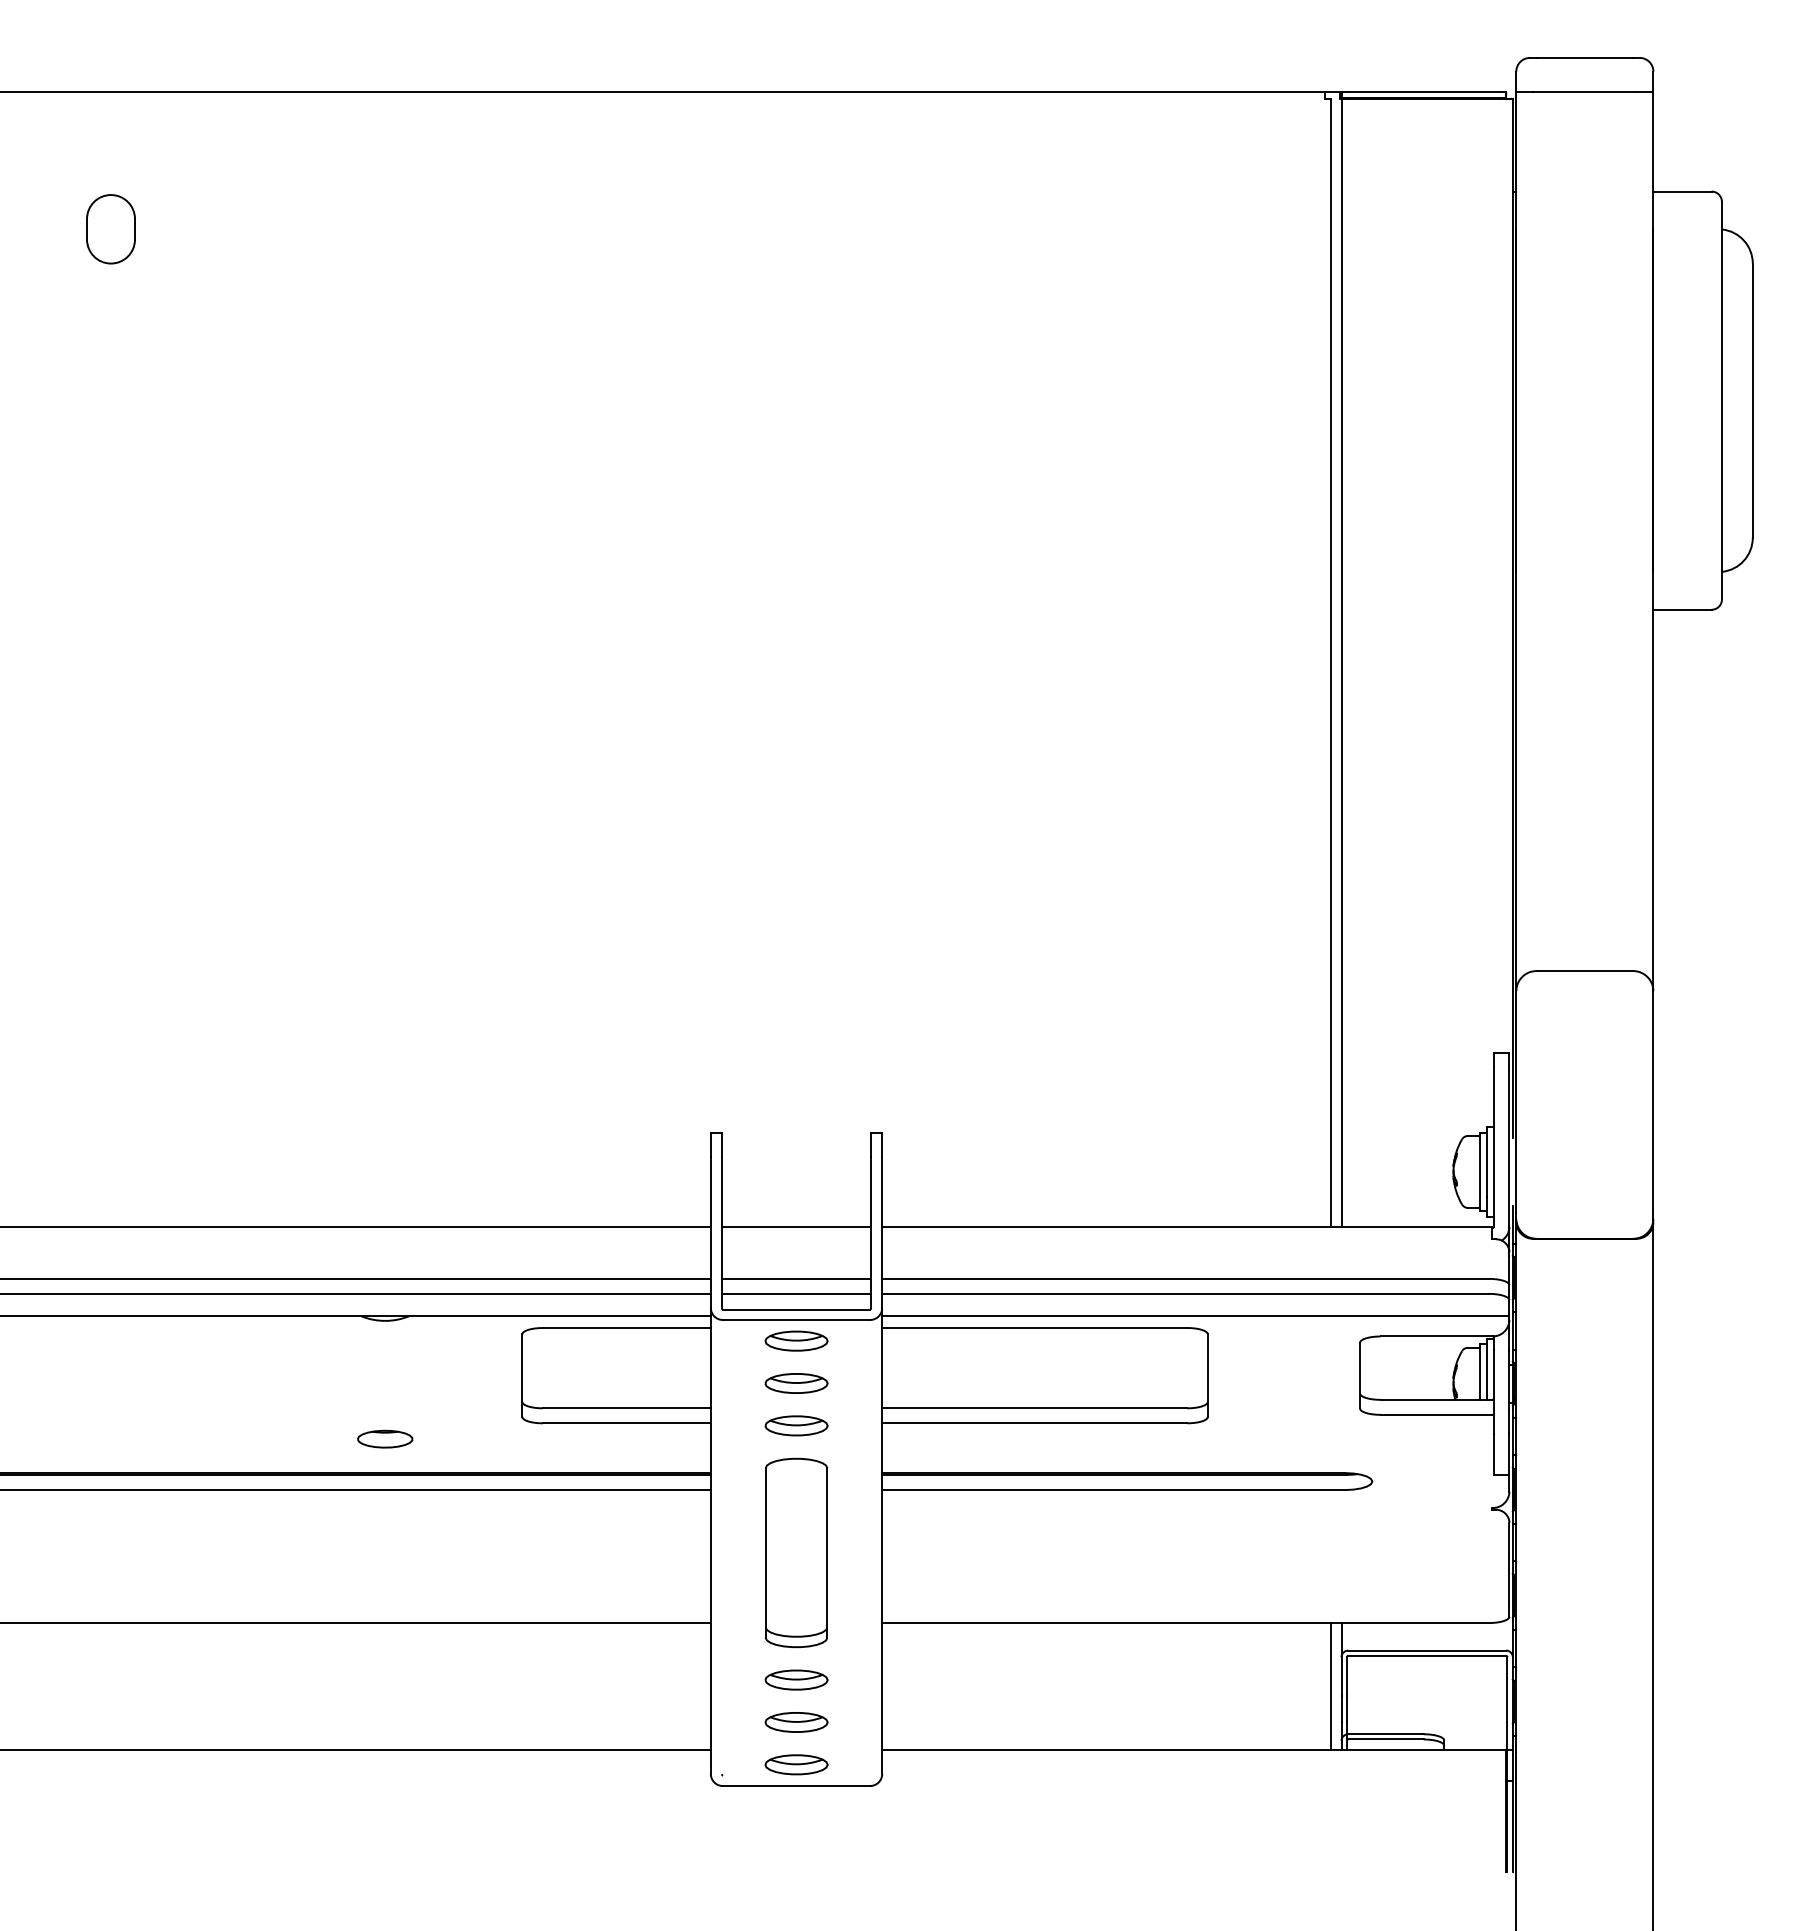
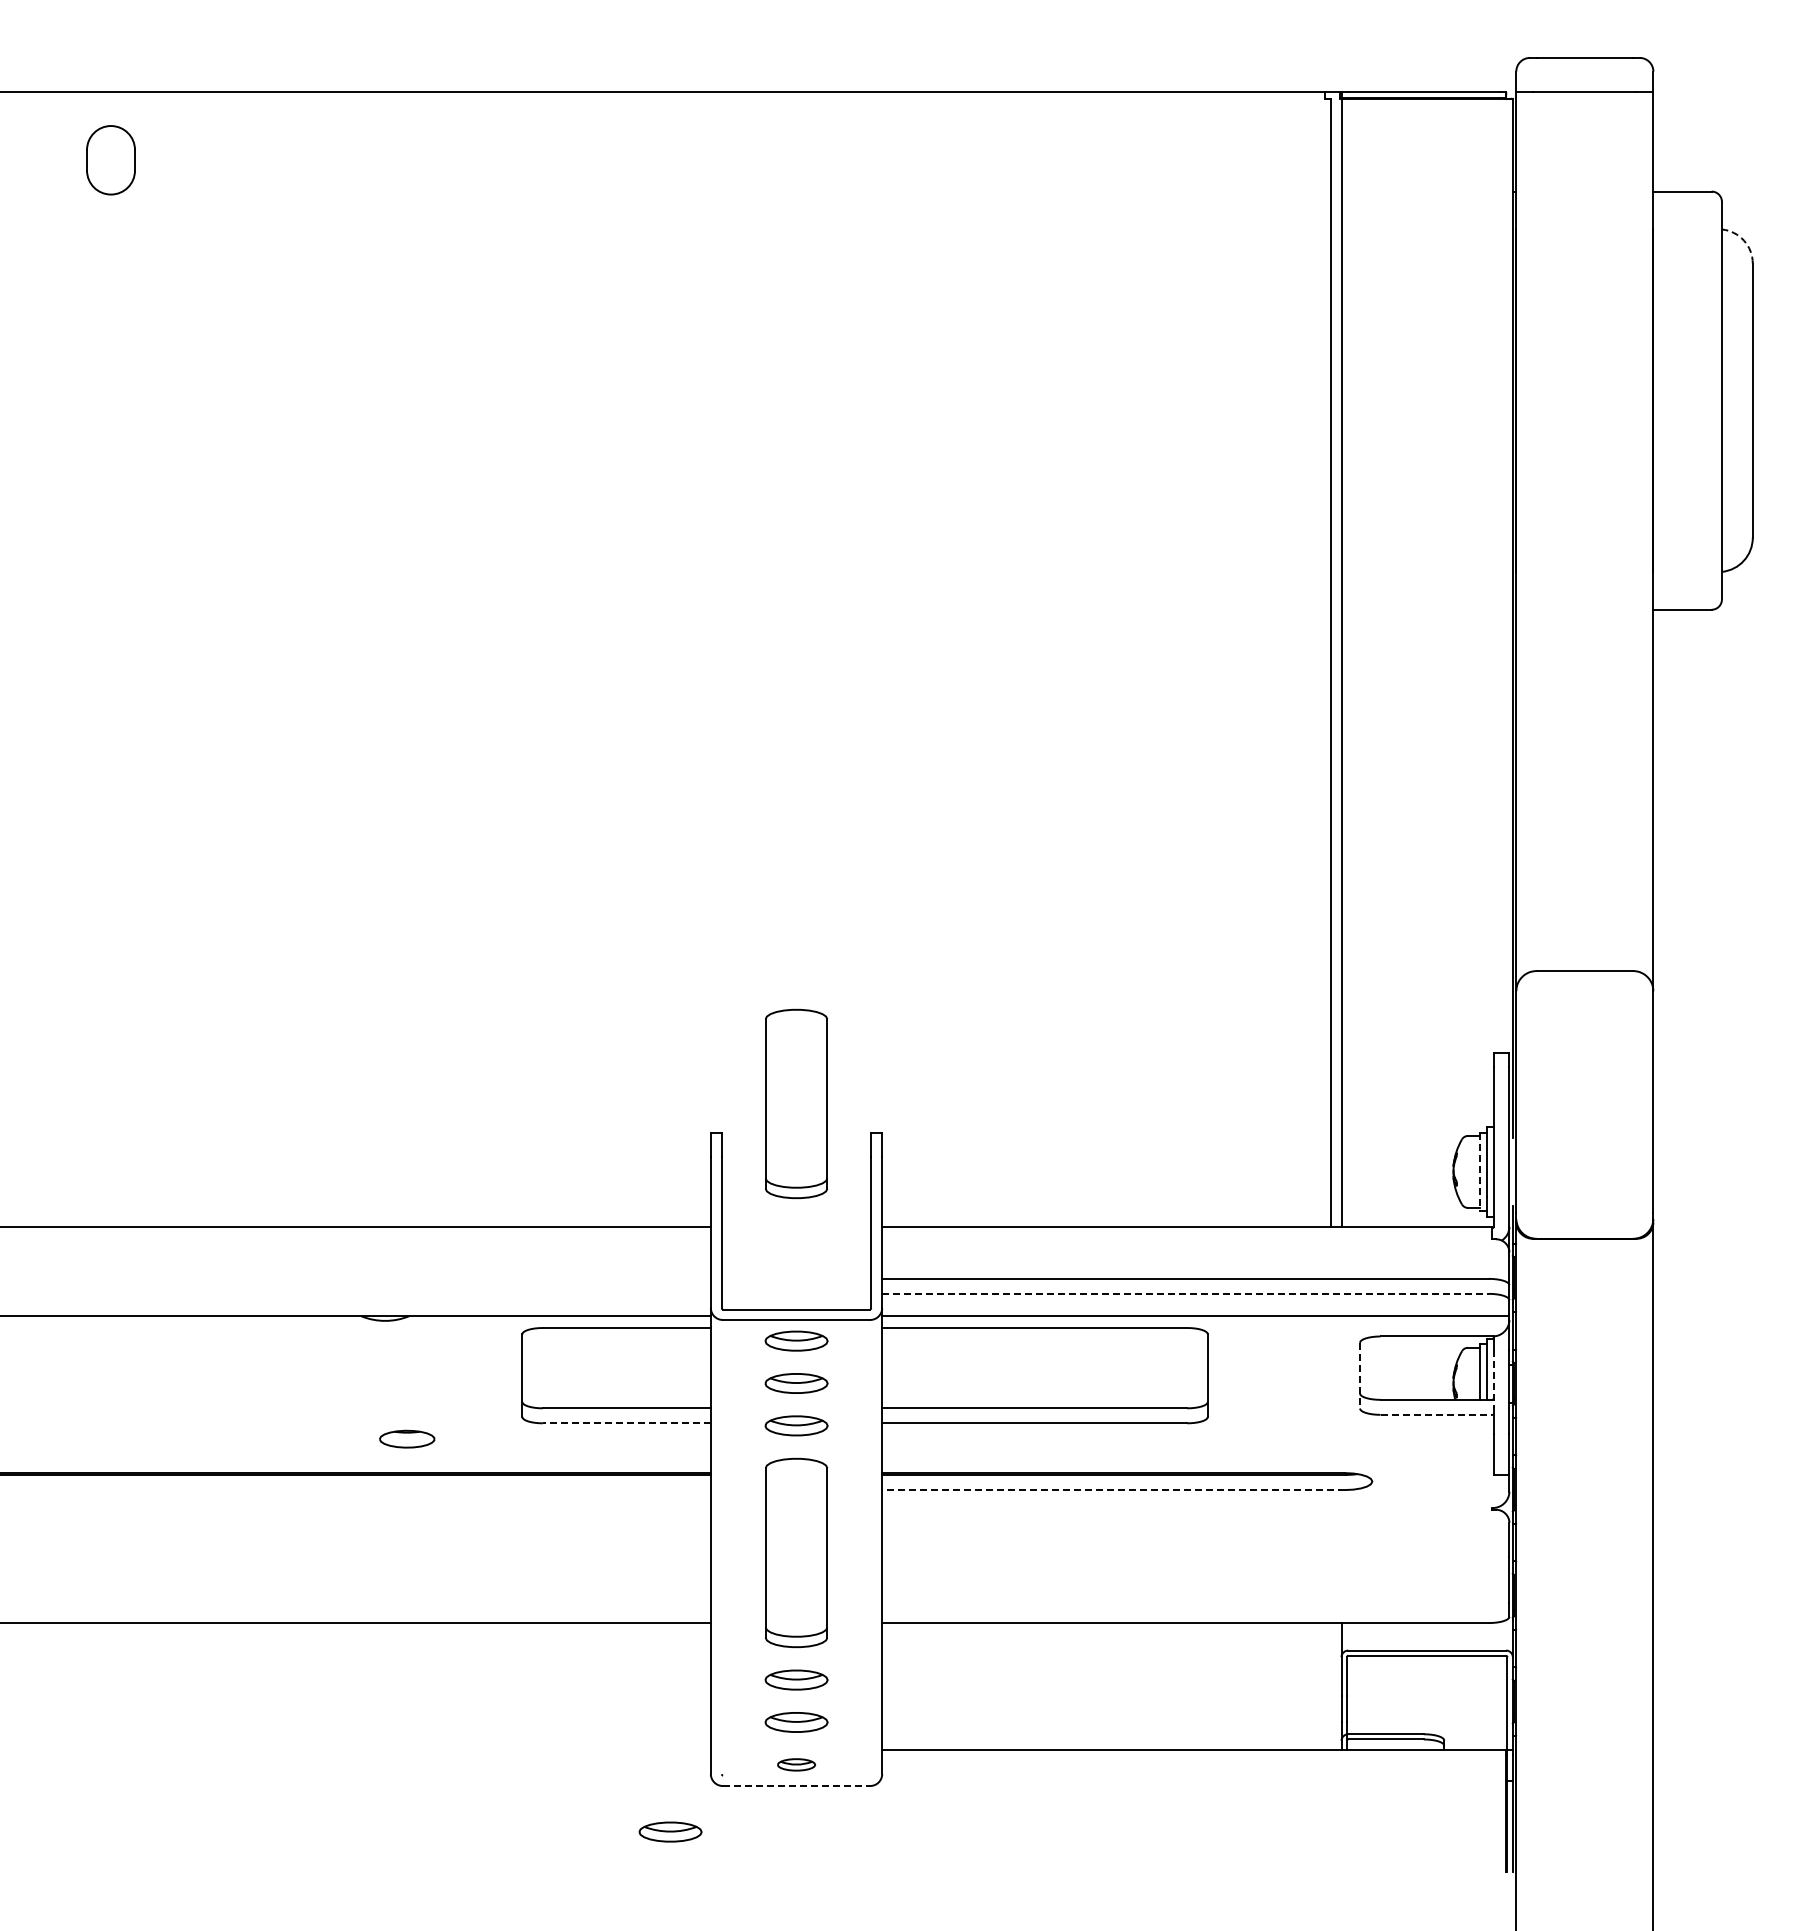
part at (110, 229) position: (110, 229) -> (110, 160)
arc at (1743, 240): solid -> dashed
part at (796, 1103): none -> present
line at (1479, 1172): solid -> dashed
line at (796, 1227): present -> none
line at (356, 1278): present -> none
line at (796, 1278): present -> none
line at (356, 1293): present -> none
line at (796, 1293): present -> none
line at (1186, 1293): solid -> dashed
line at (1360, 1375): solid -> dashed
line at (1493, 1379): solid -> dashed
line at (1436, 1414): solid -> dashed
line at (626, 1423): solid -> dashed
part at (385, 1438) position: (385, 1438) -> (407, 1438)
line at (356, 1490): present -> none
line at (1113, 1490): solid -> dashed
line at (1331, 1686): present -> none
line at (356, 1749): present -> none
part at (796, 1764) size: 65x22 px -> 40x14 px
line at (797, 1786): solid -> dashed
part at (670, 1831): none -> present
